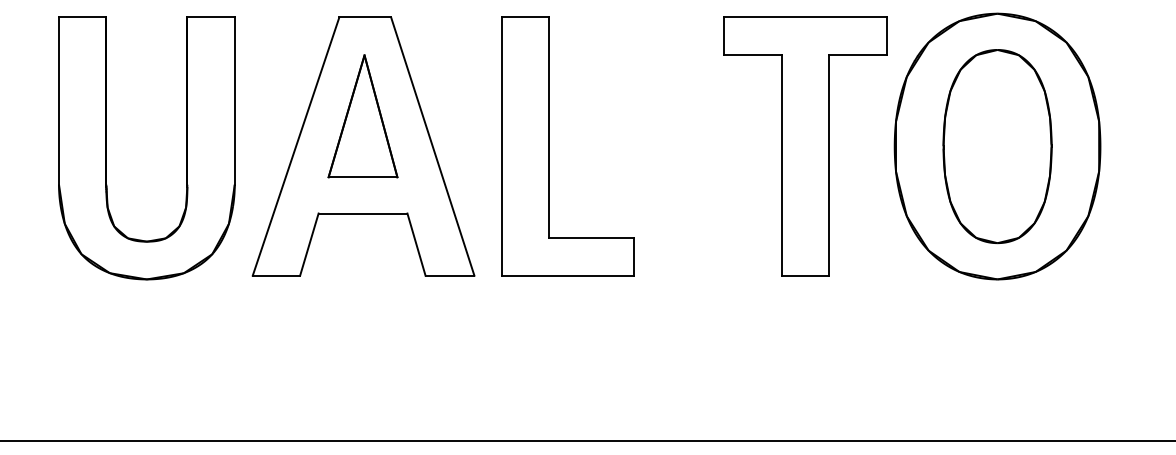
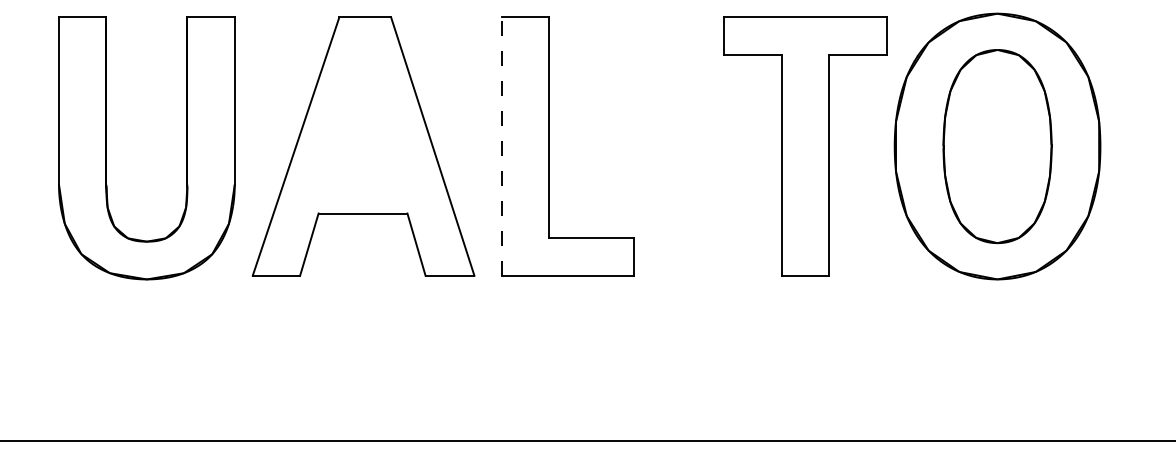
part at (362, 116): present -> none
line at (501, 146): solid -> dashed
